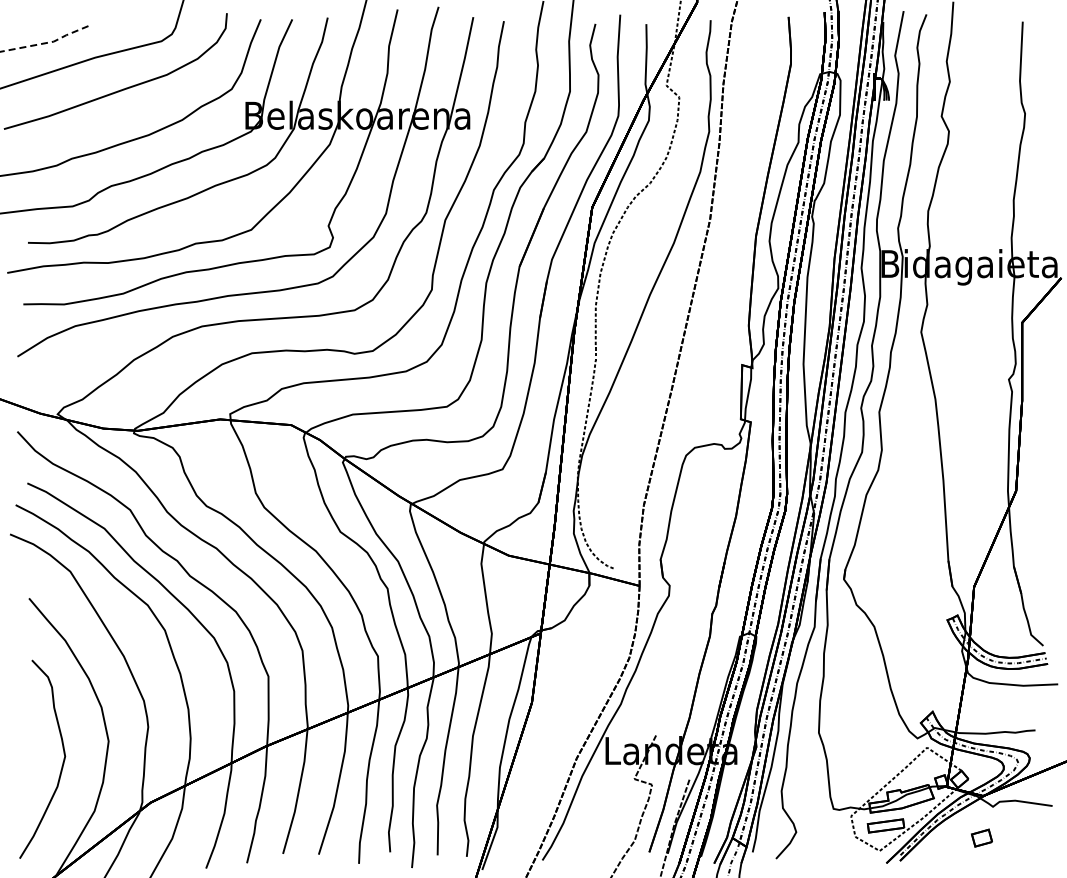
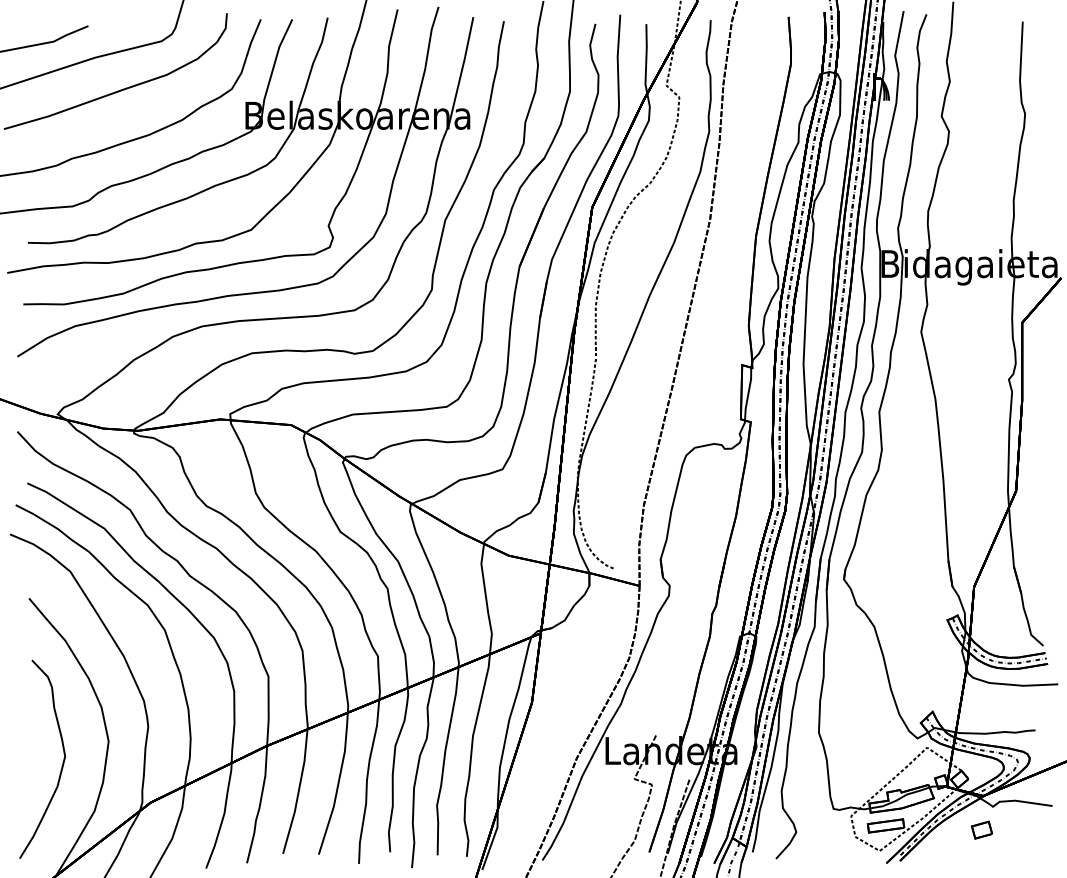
line at (47, 42): dashed -> solid
part at (981, 837) position: (981, 837) -> (981, 829)
